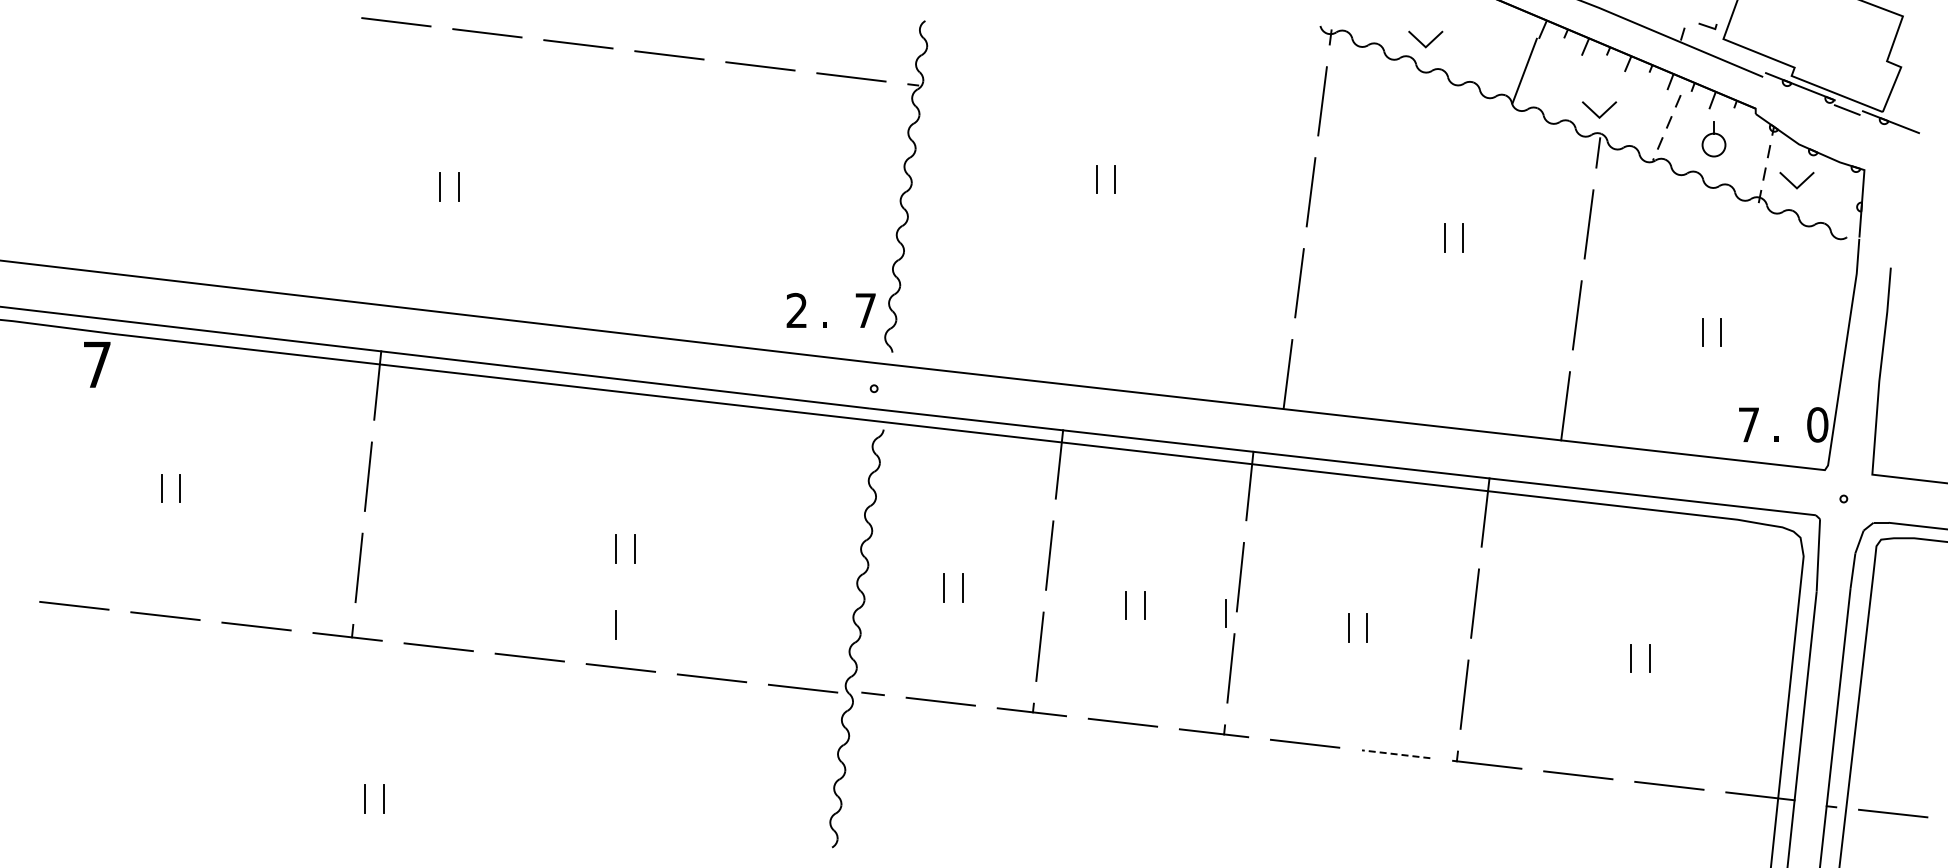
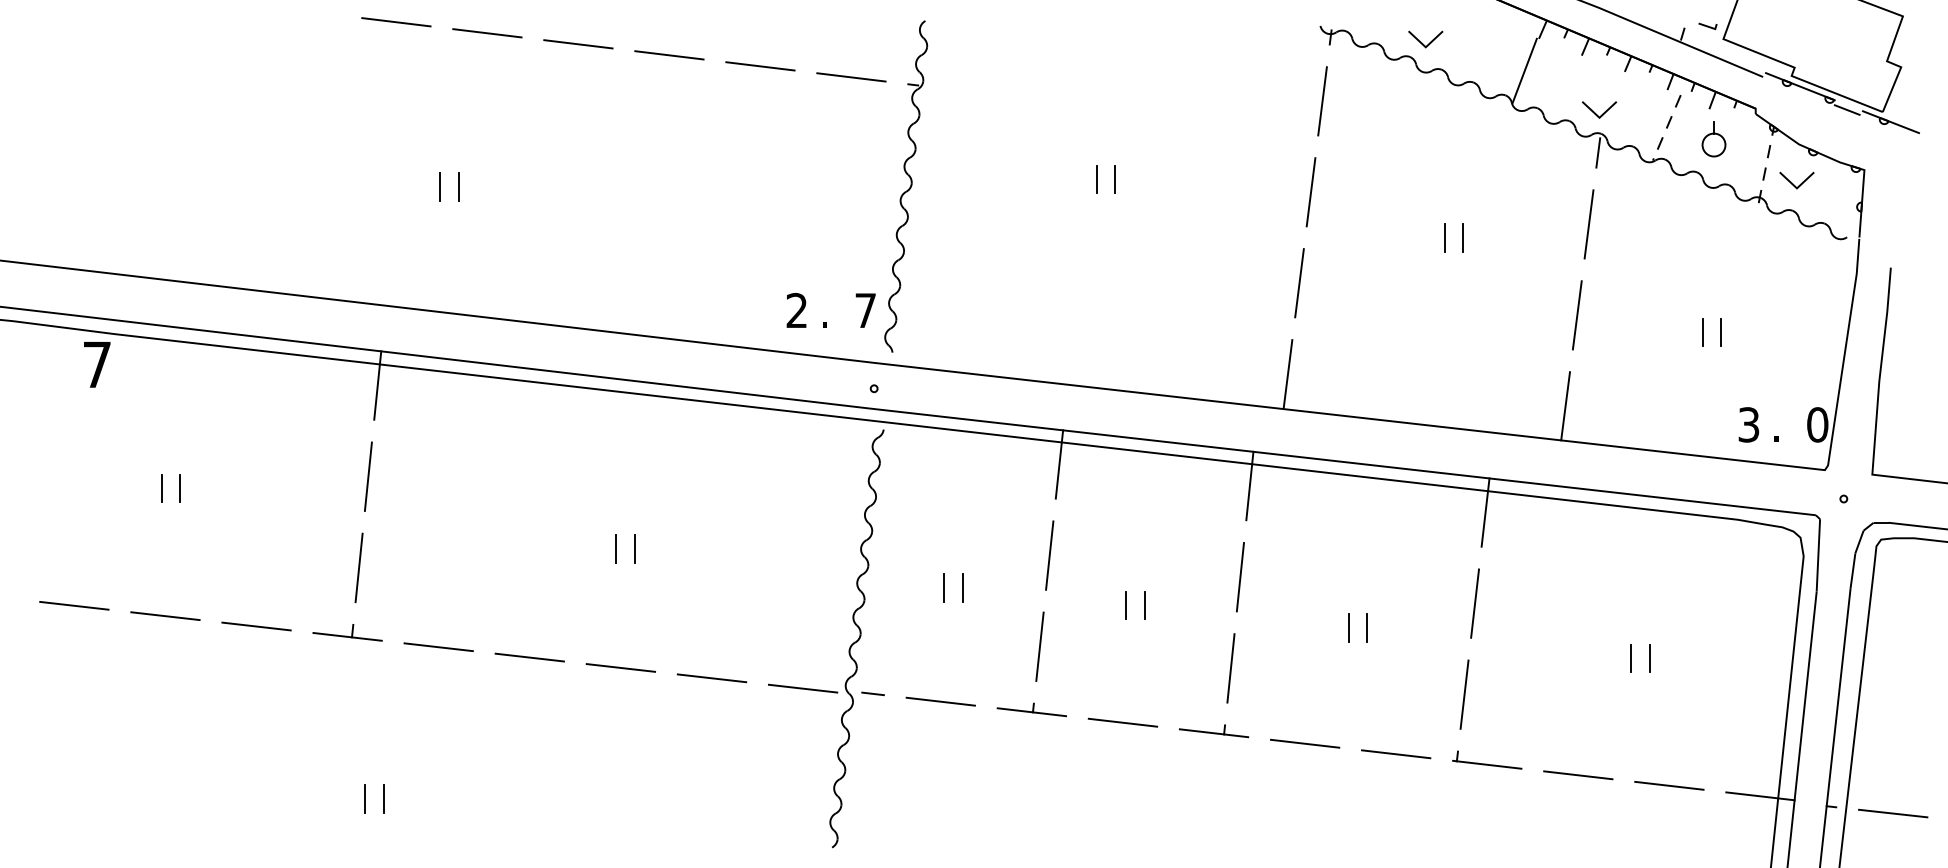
text at (1748, 424): 7 -> 3
line at (1225, 613): present -> none
line at (615, 624): present -> none
line at (1395, 754): dashed -> solid
